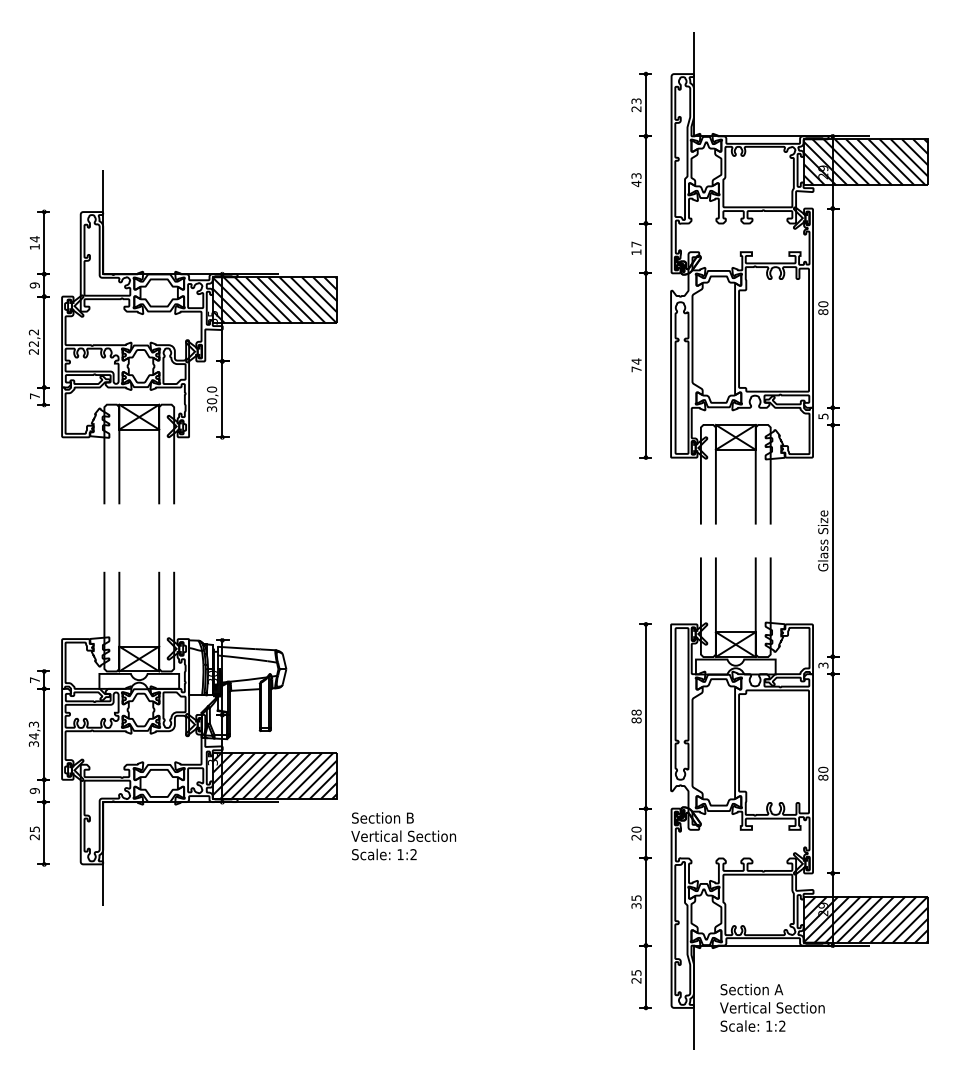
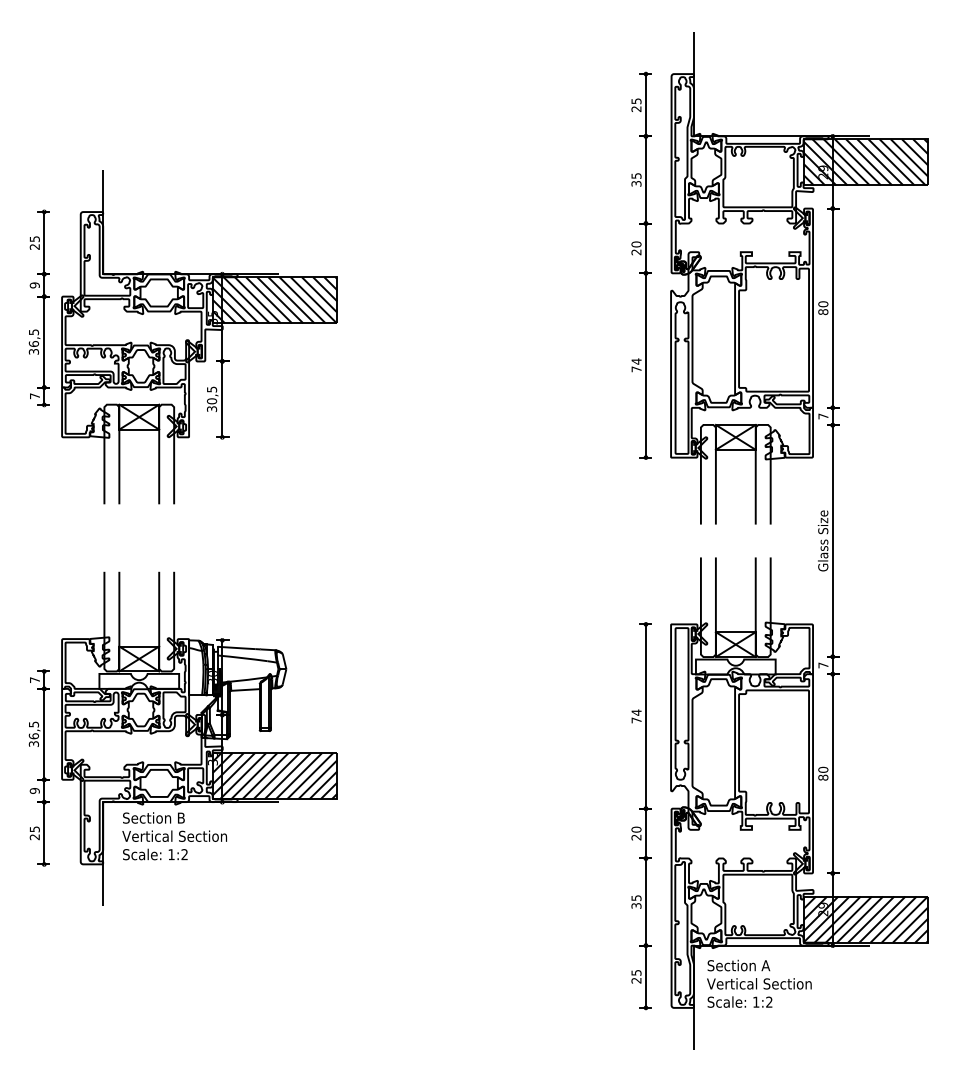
text at (635, 100): 23 -> 25
text at (636, 180): 43 -> 35
text at (34, 242): 14 -> 25
text at (636, 248): 17 -> 20
text at (33, 341): 22,2 -> 36,5
text at (212, 389): 30,0 -> 30,5
text at (823, 416): 5 -> 7
text at (823, 665): 3 -> 7
text at (636, 716): 88 -> 74
text at (33, 730): 34,3 -> 36,5
text at (403, 836) position: (403, 836) -> (174, 836)
text at (772, 1007) position: (772, 1007) -> (759, 983)
